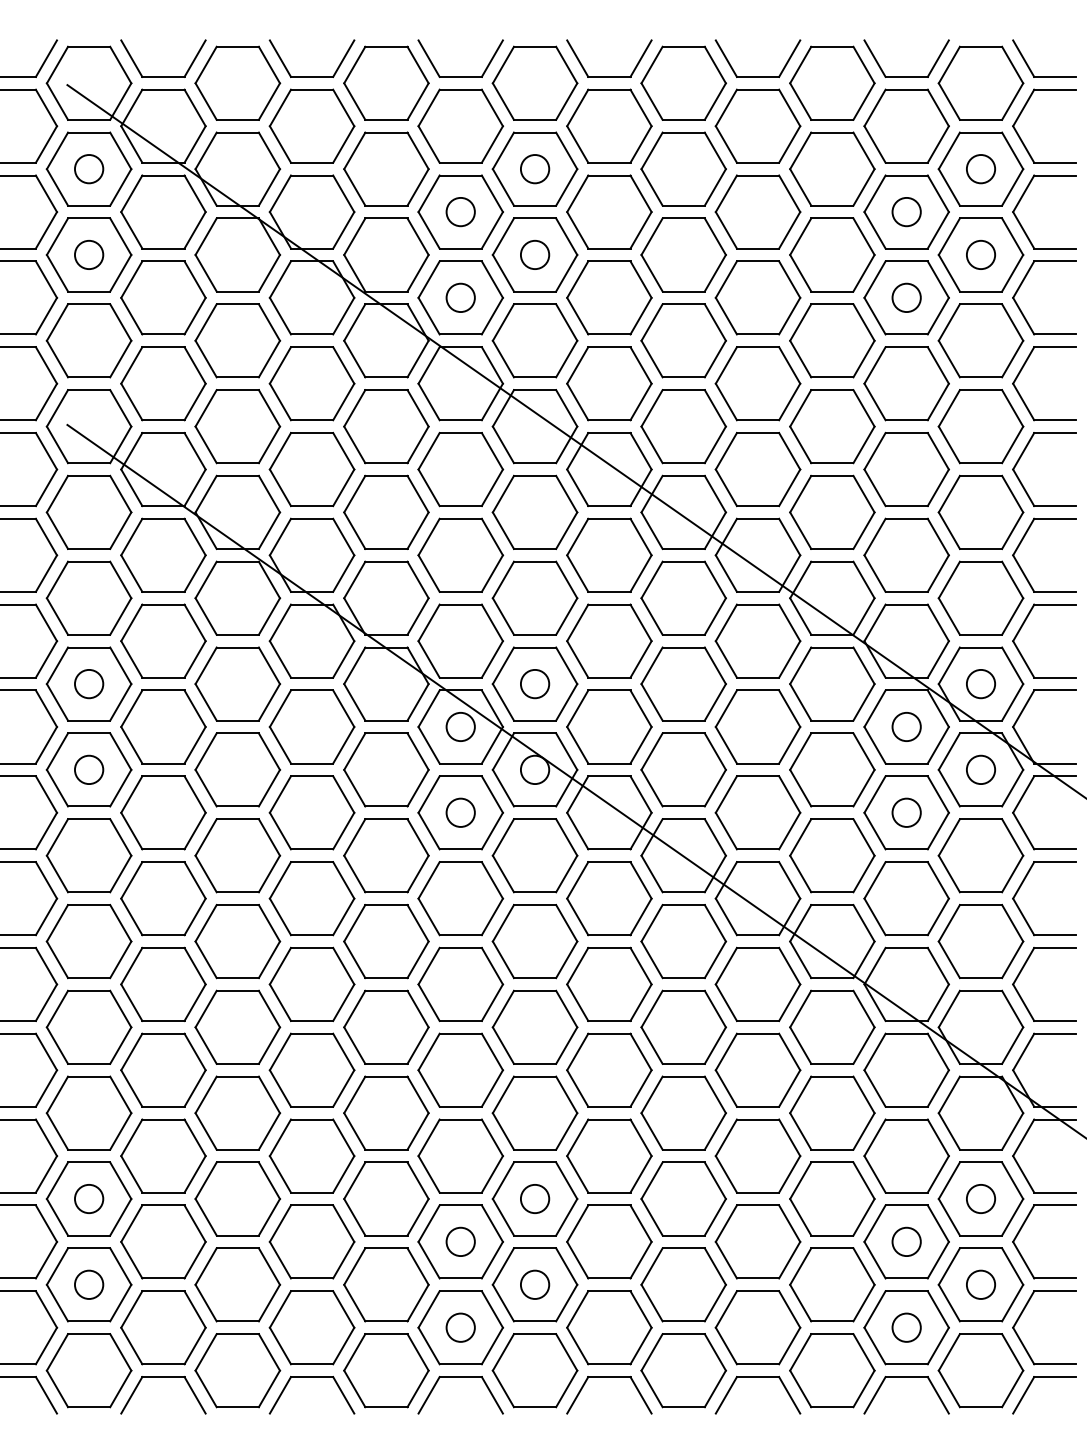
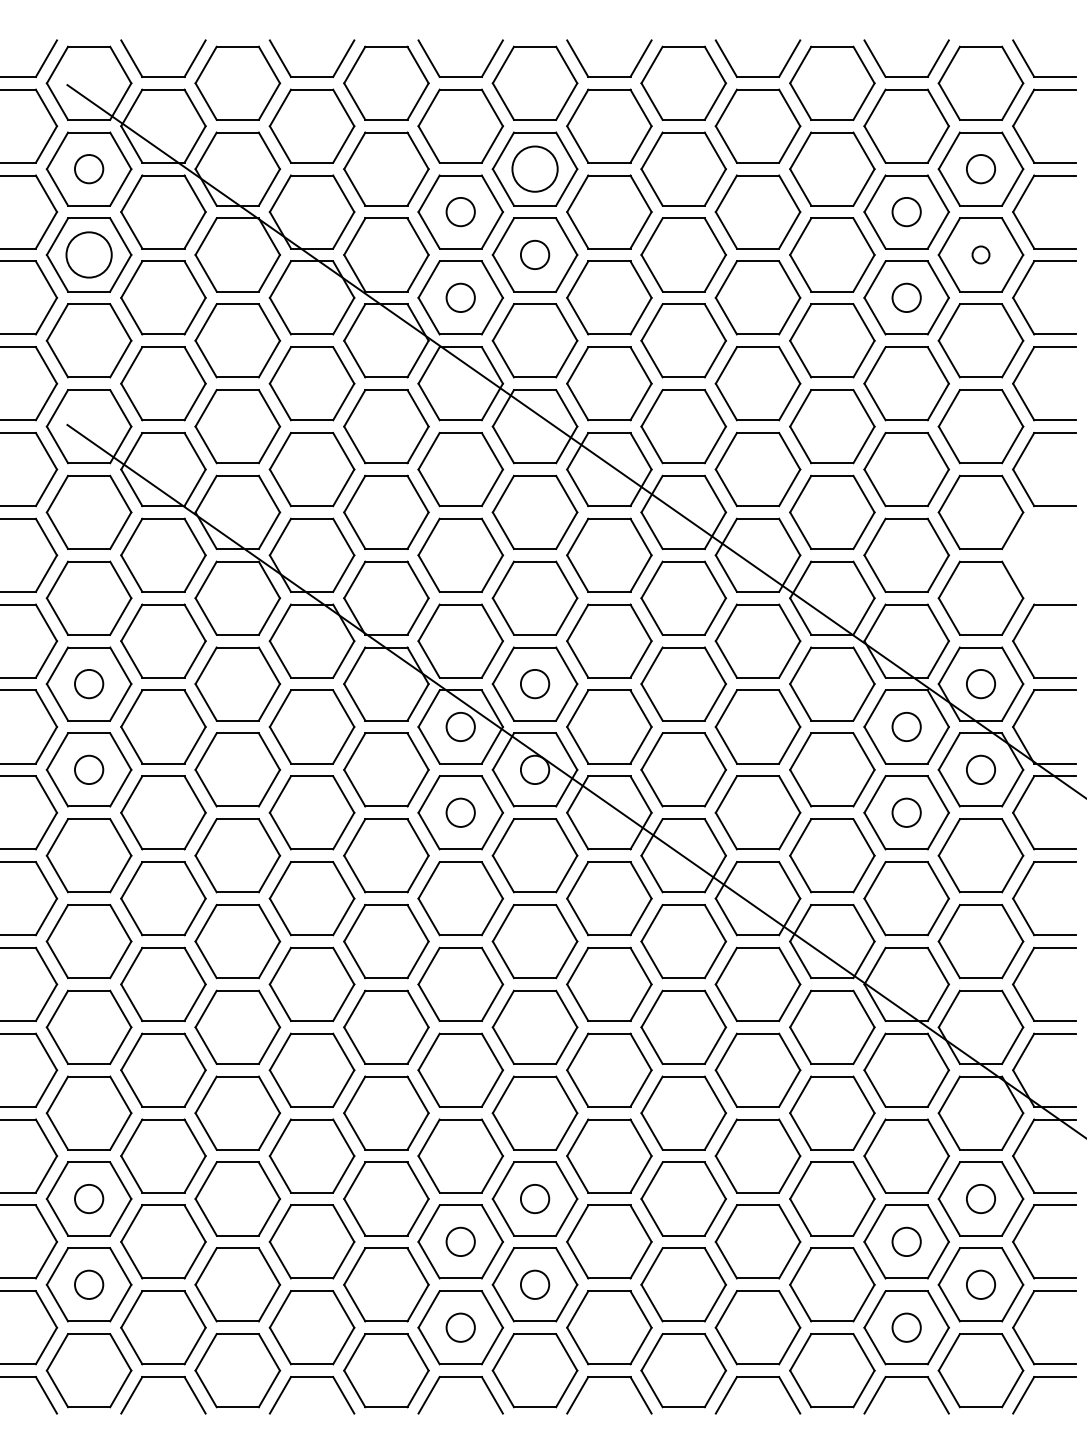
circle at (534, 169) diameter: 28 px -> 45 px
circle at (88, 254) diameter: 28 px -> 45 px
circle at (980, 254) diameter: 28 px -> 17 px
part at (1021, 543): present -> none
